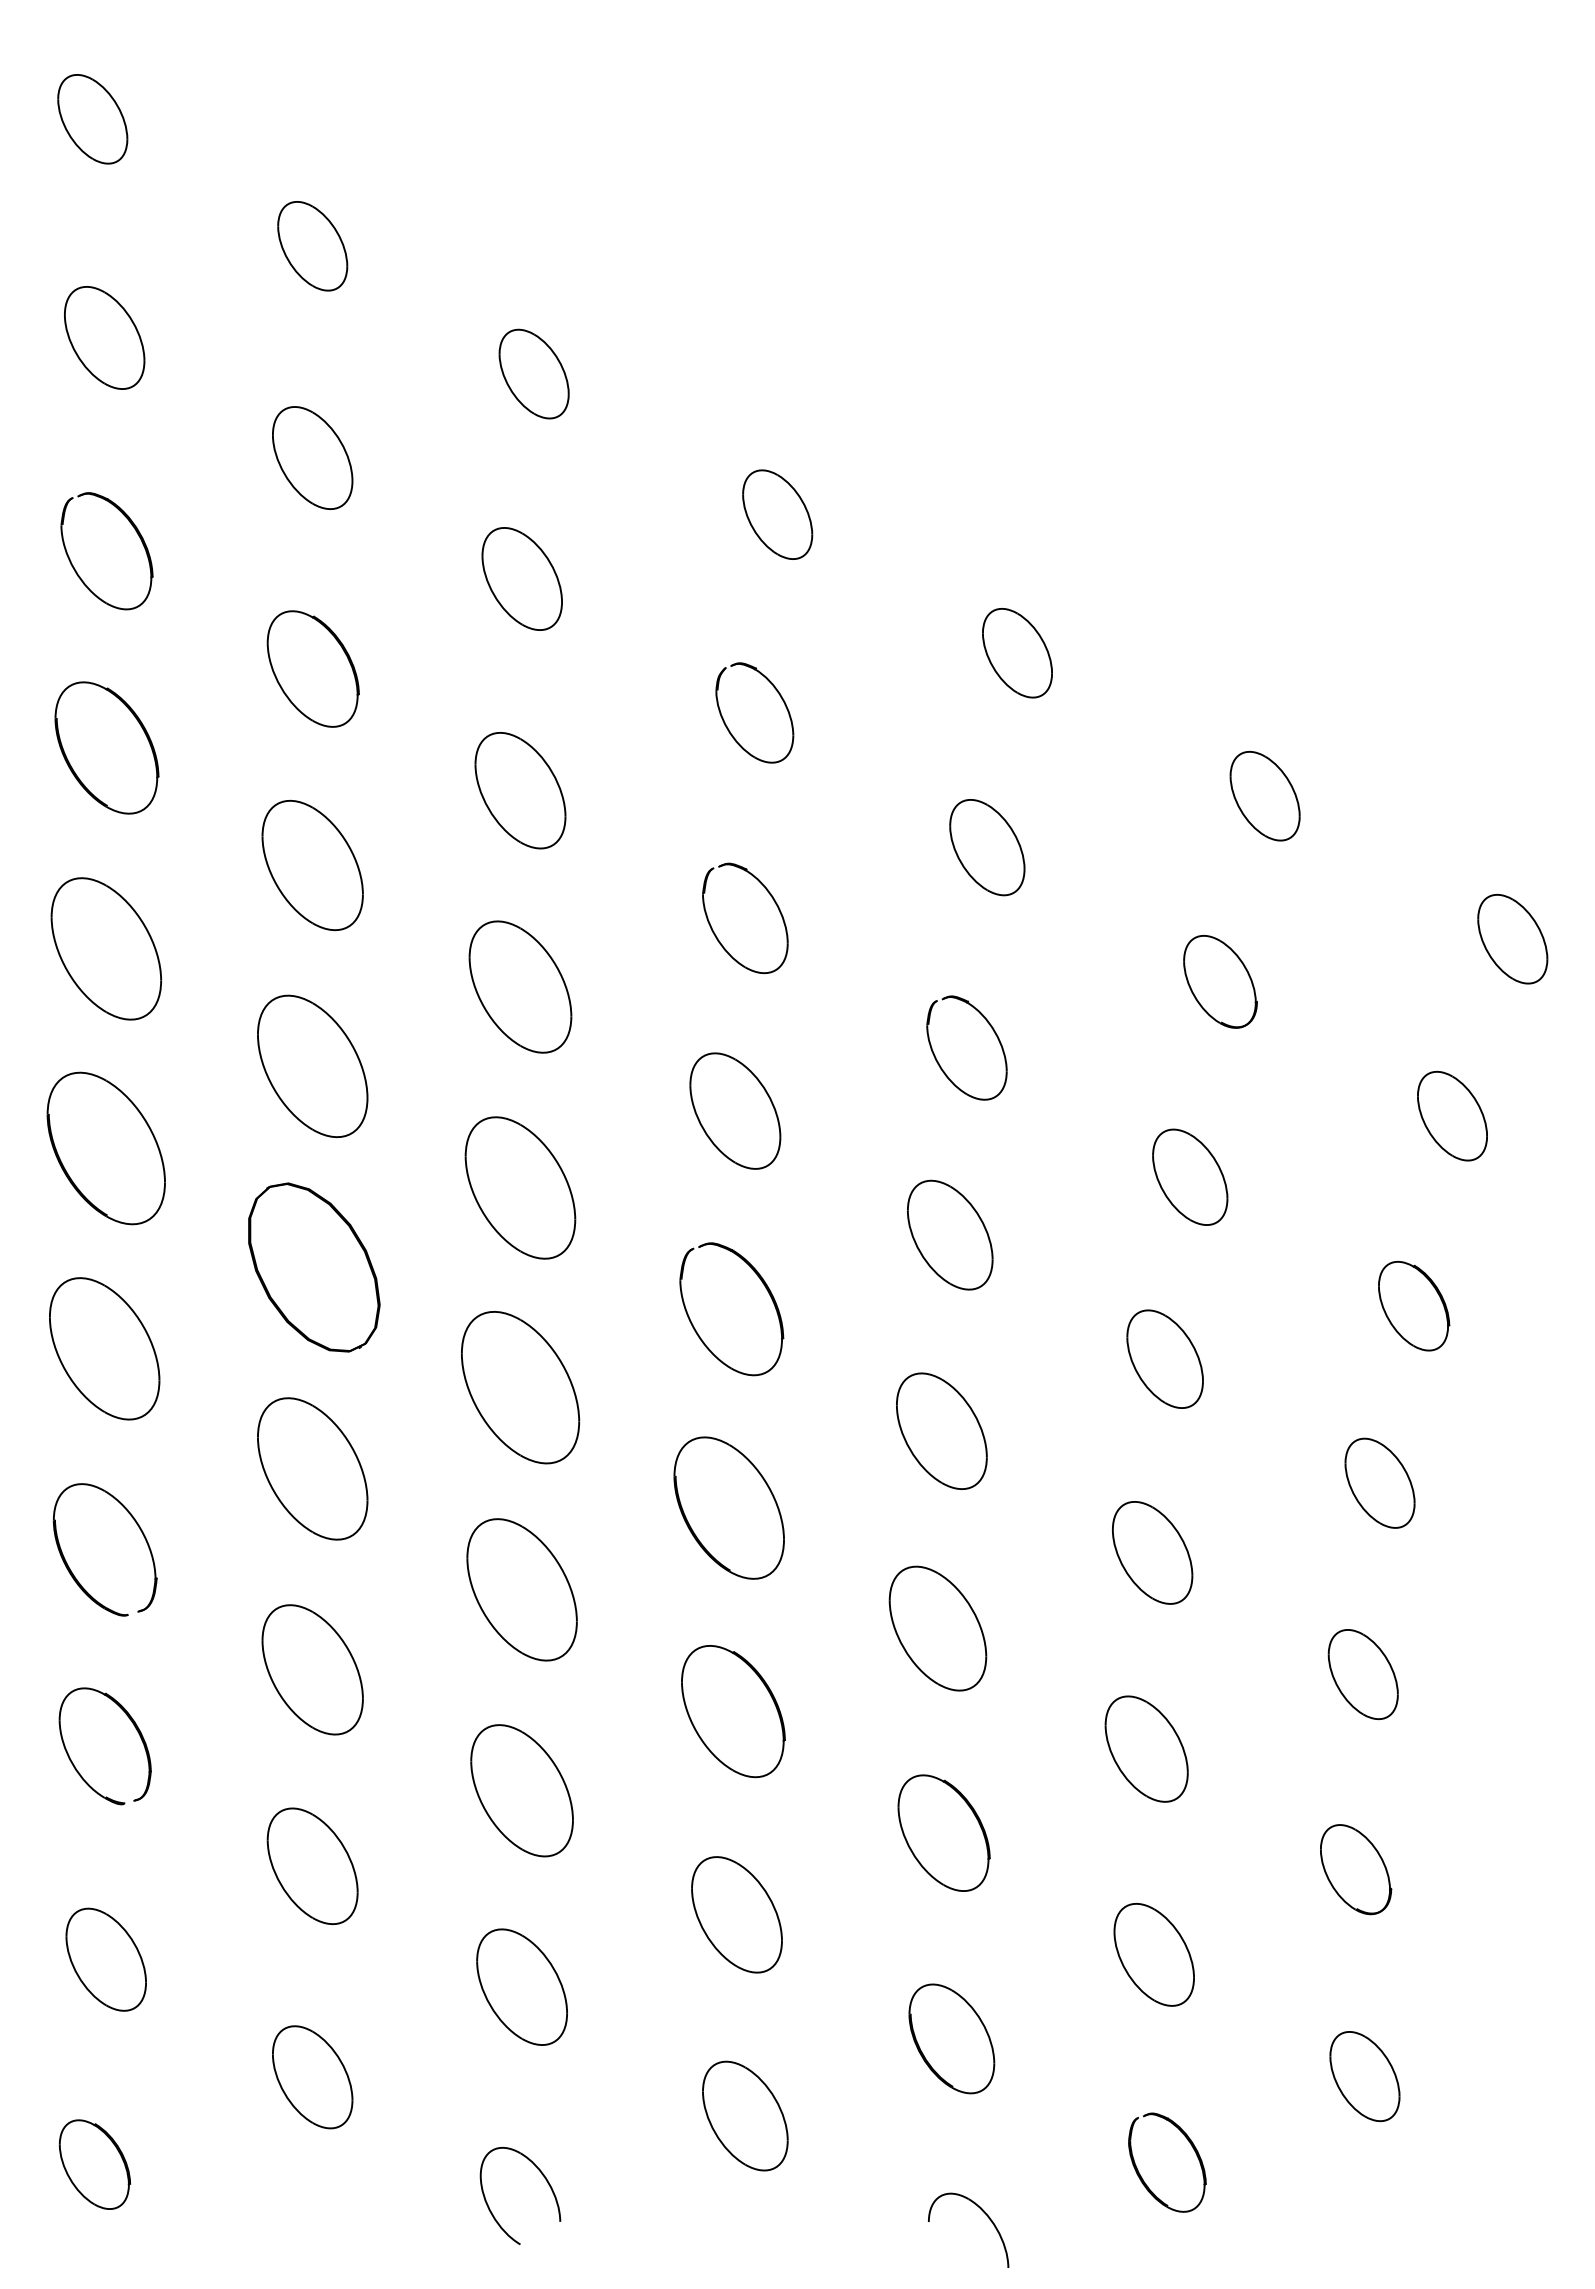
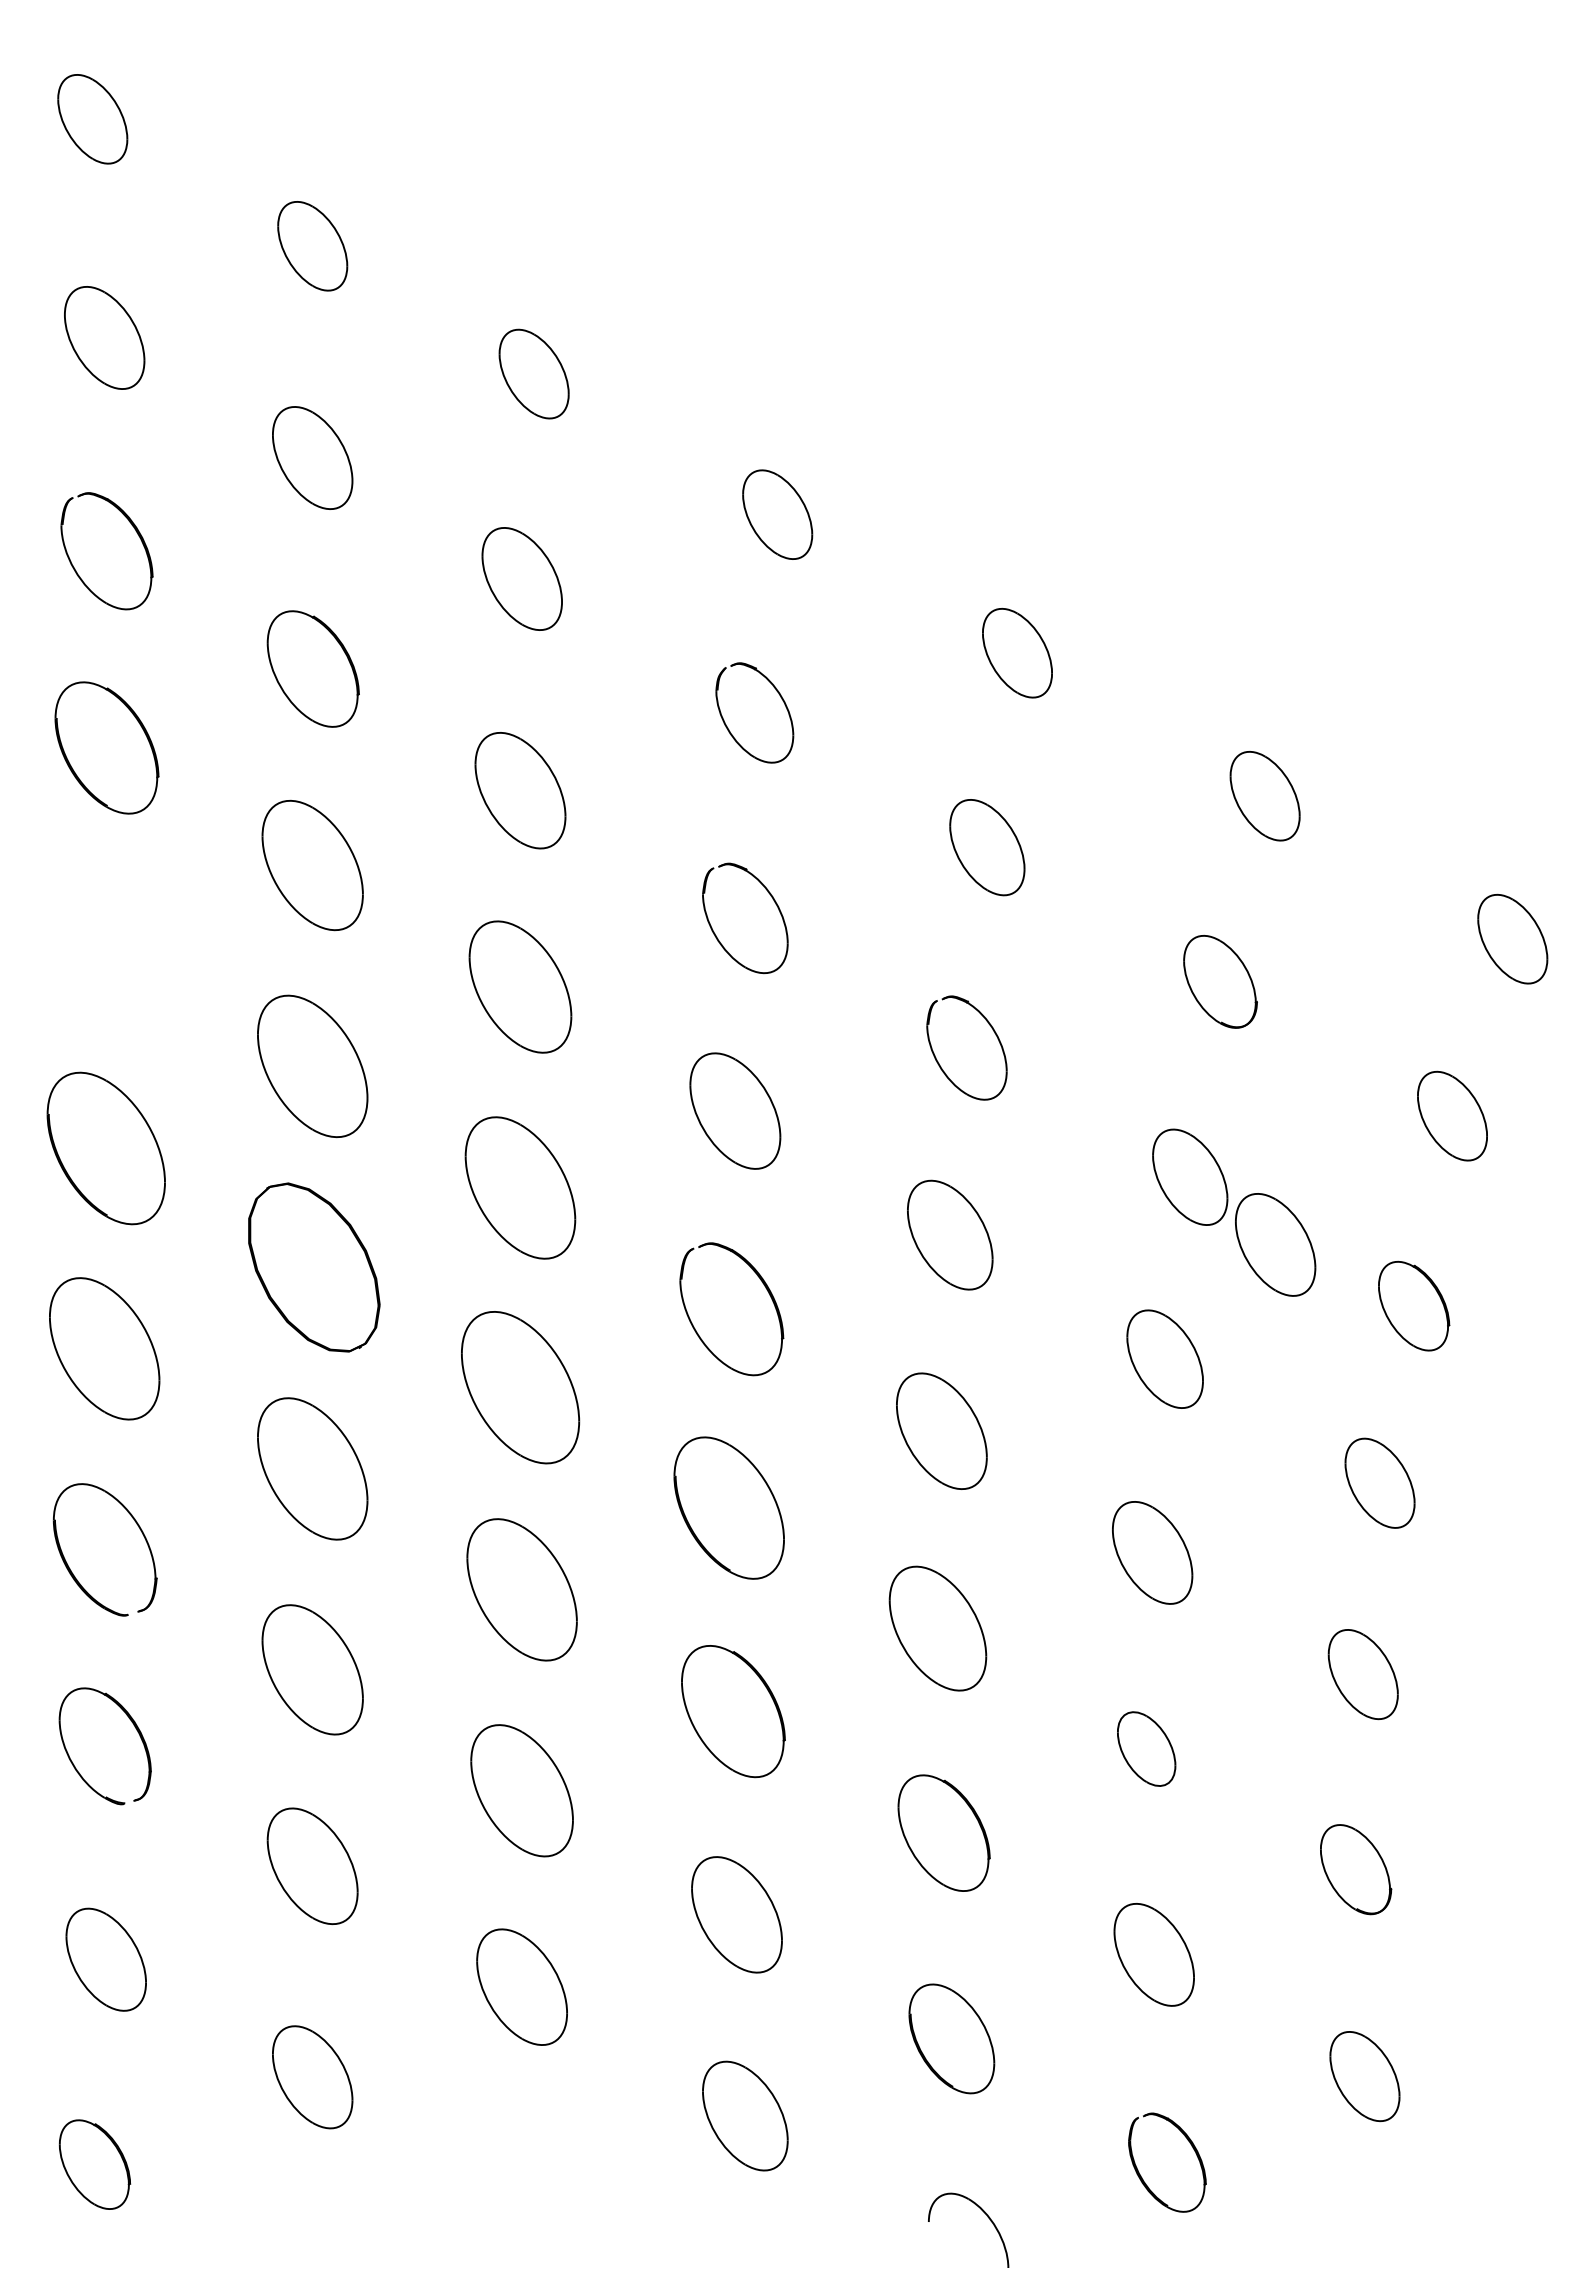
part at (105, 948): present -> none
part at (1275, 1244): none -> present
part at (1146, 1748) size: 85x108 px -> 60x76 px
part at (544, 2178): present -> none
